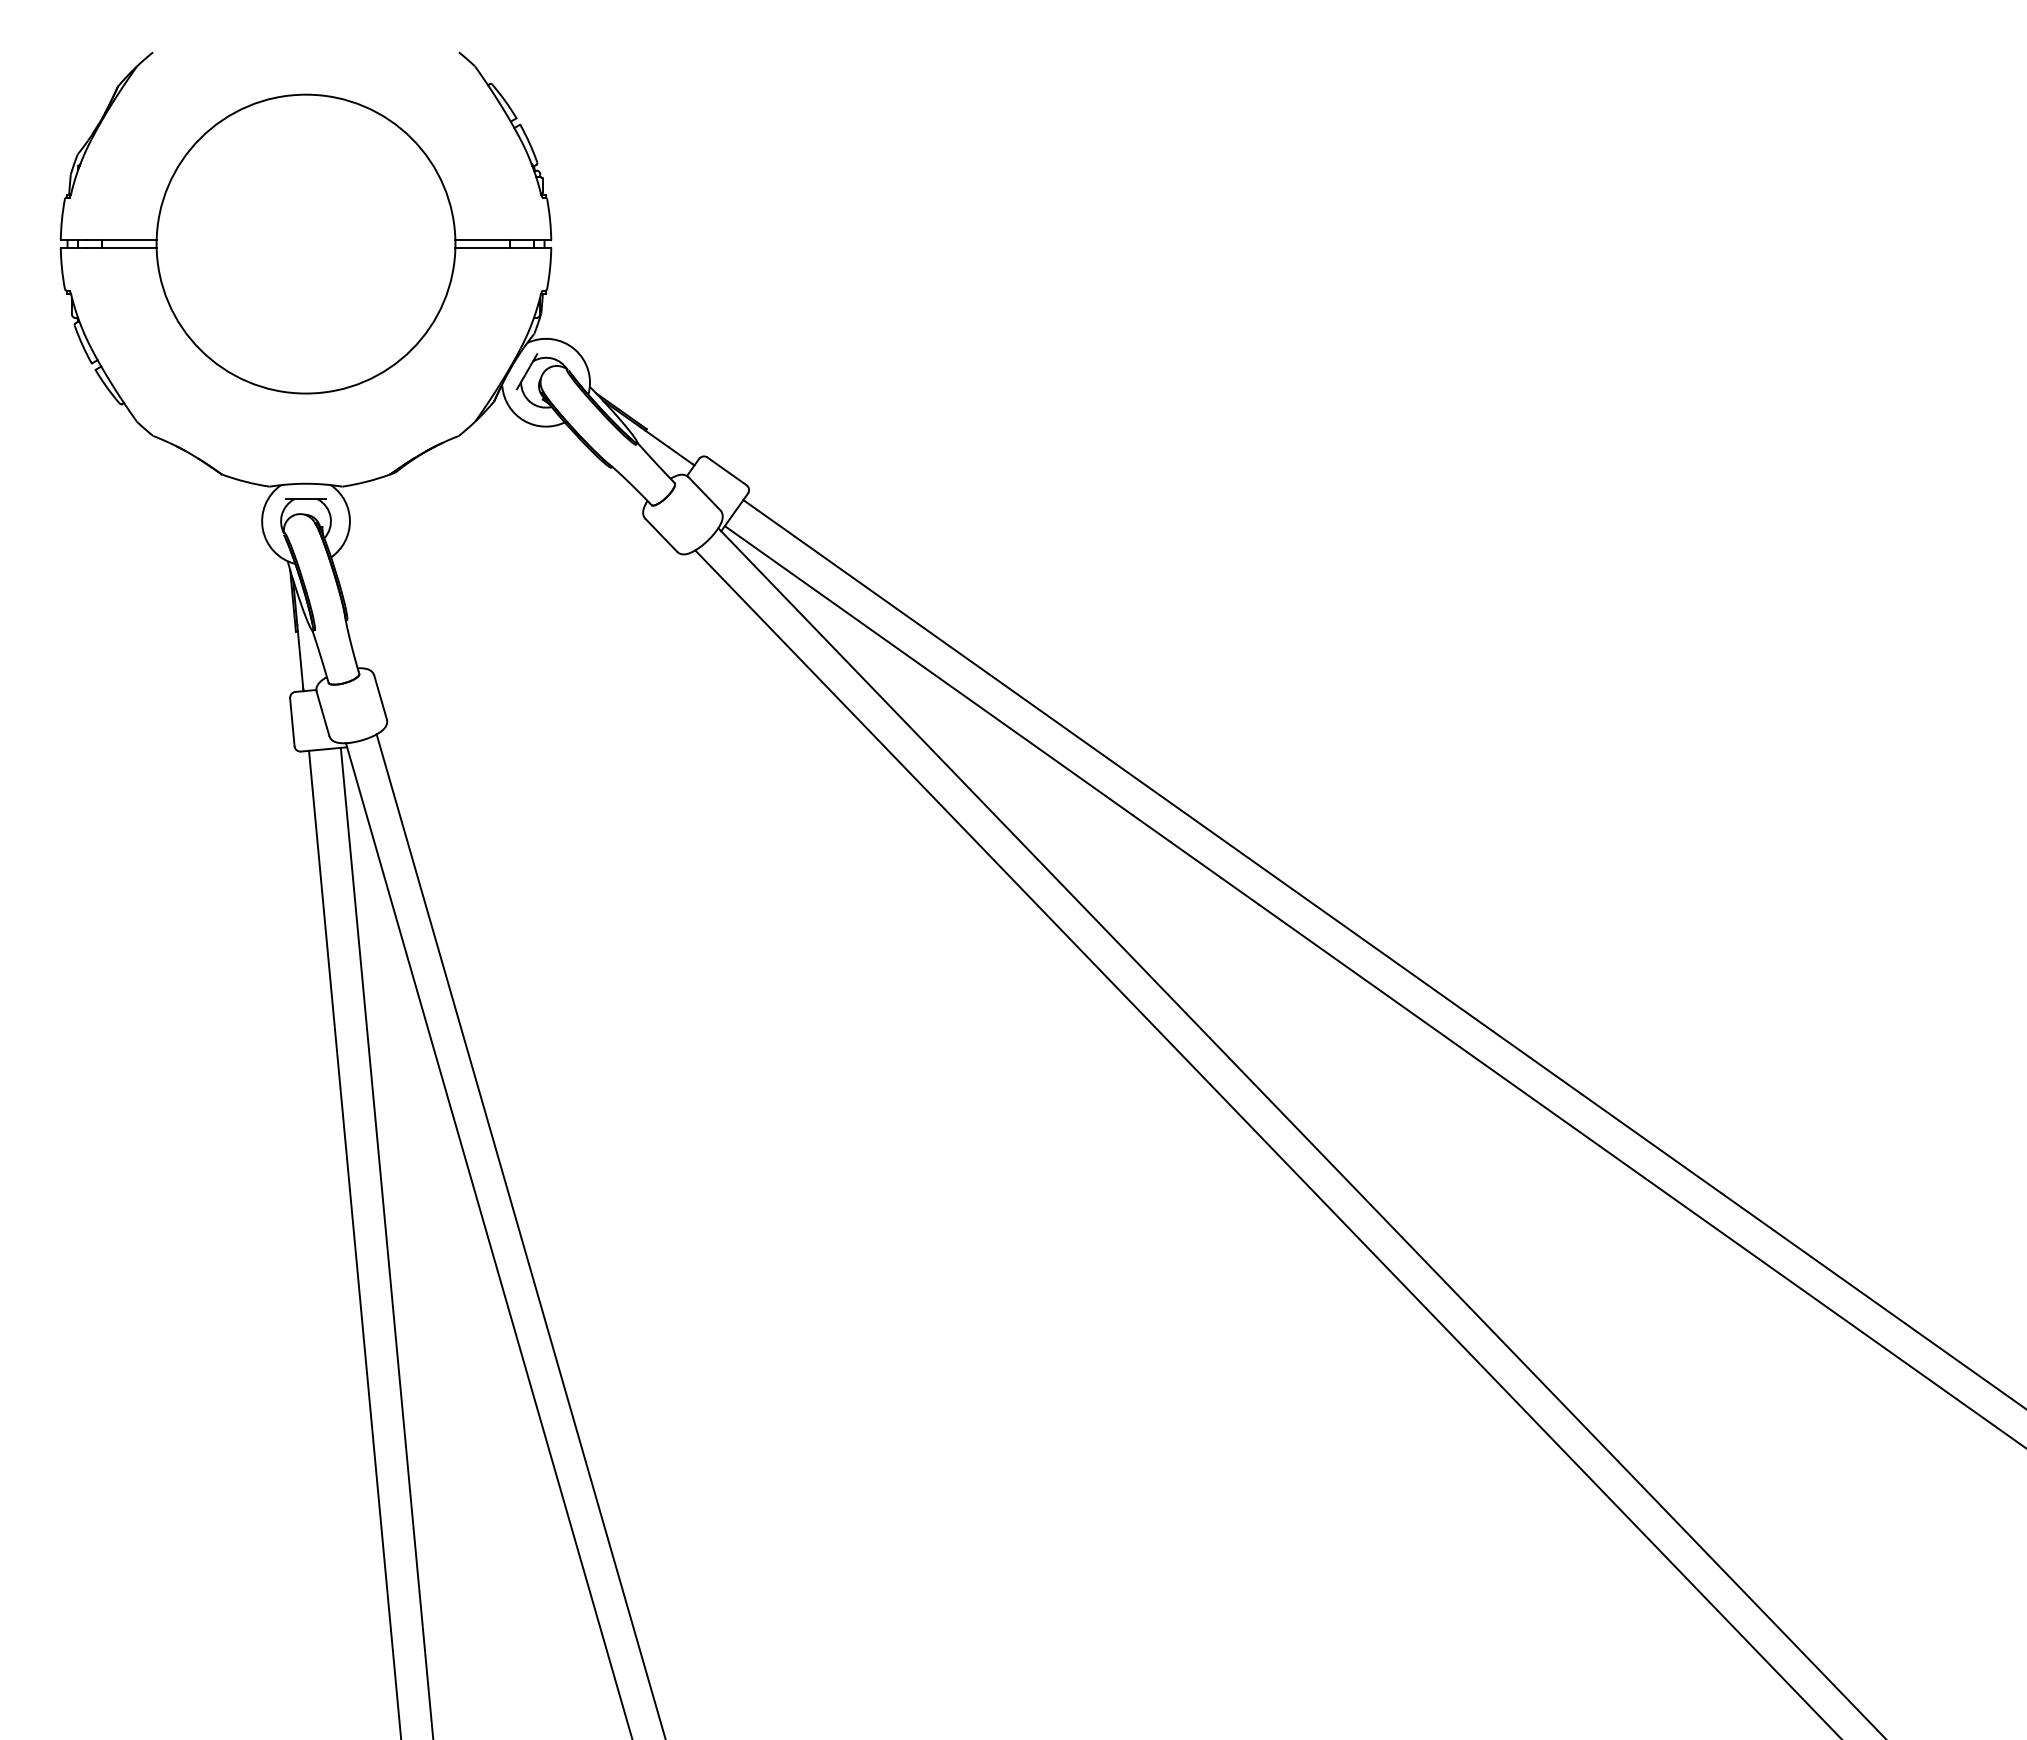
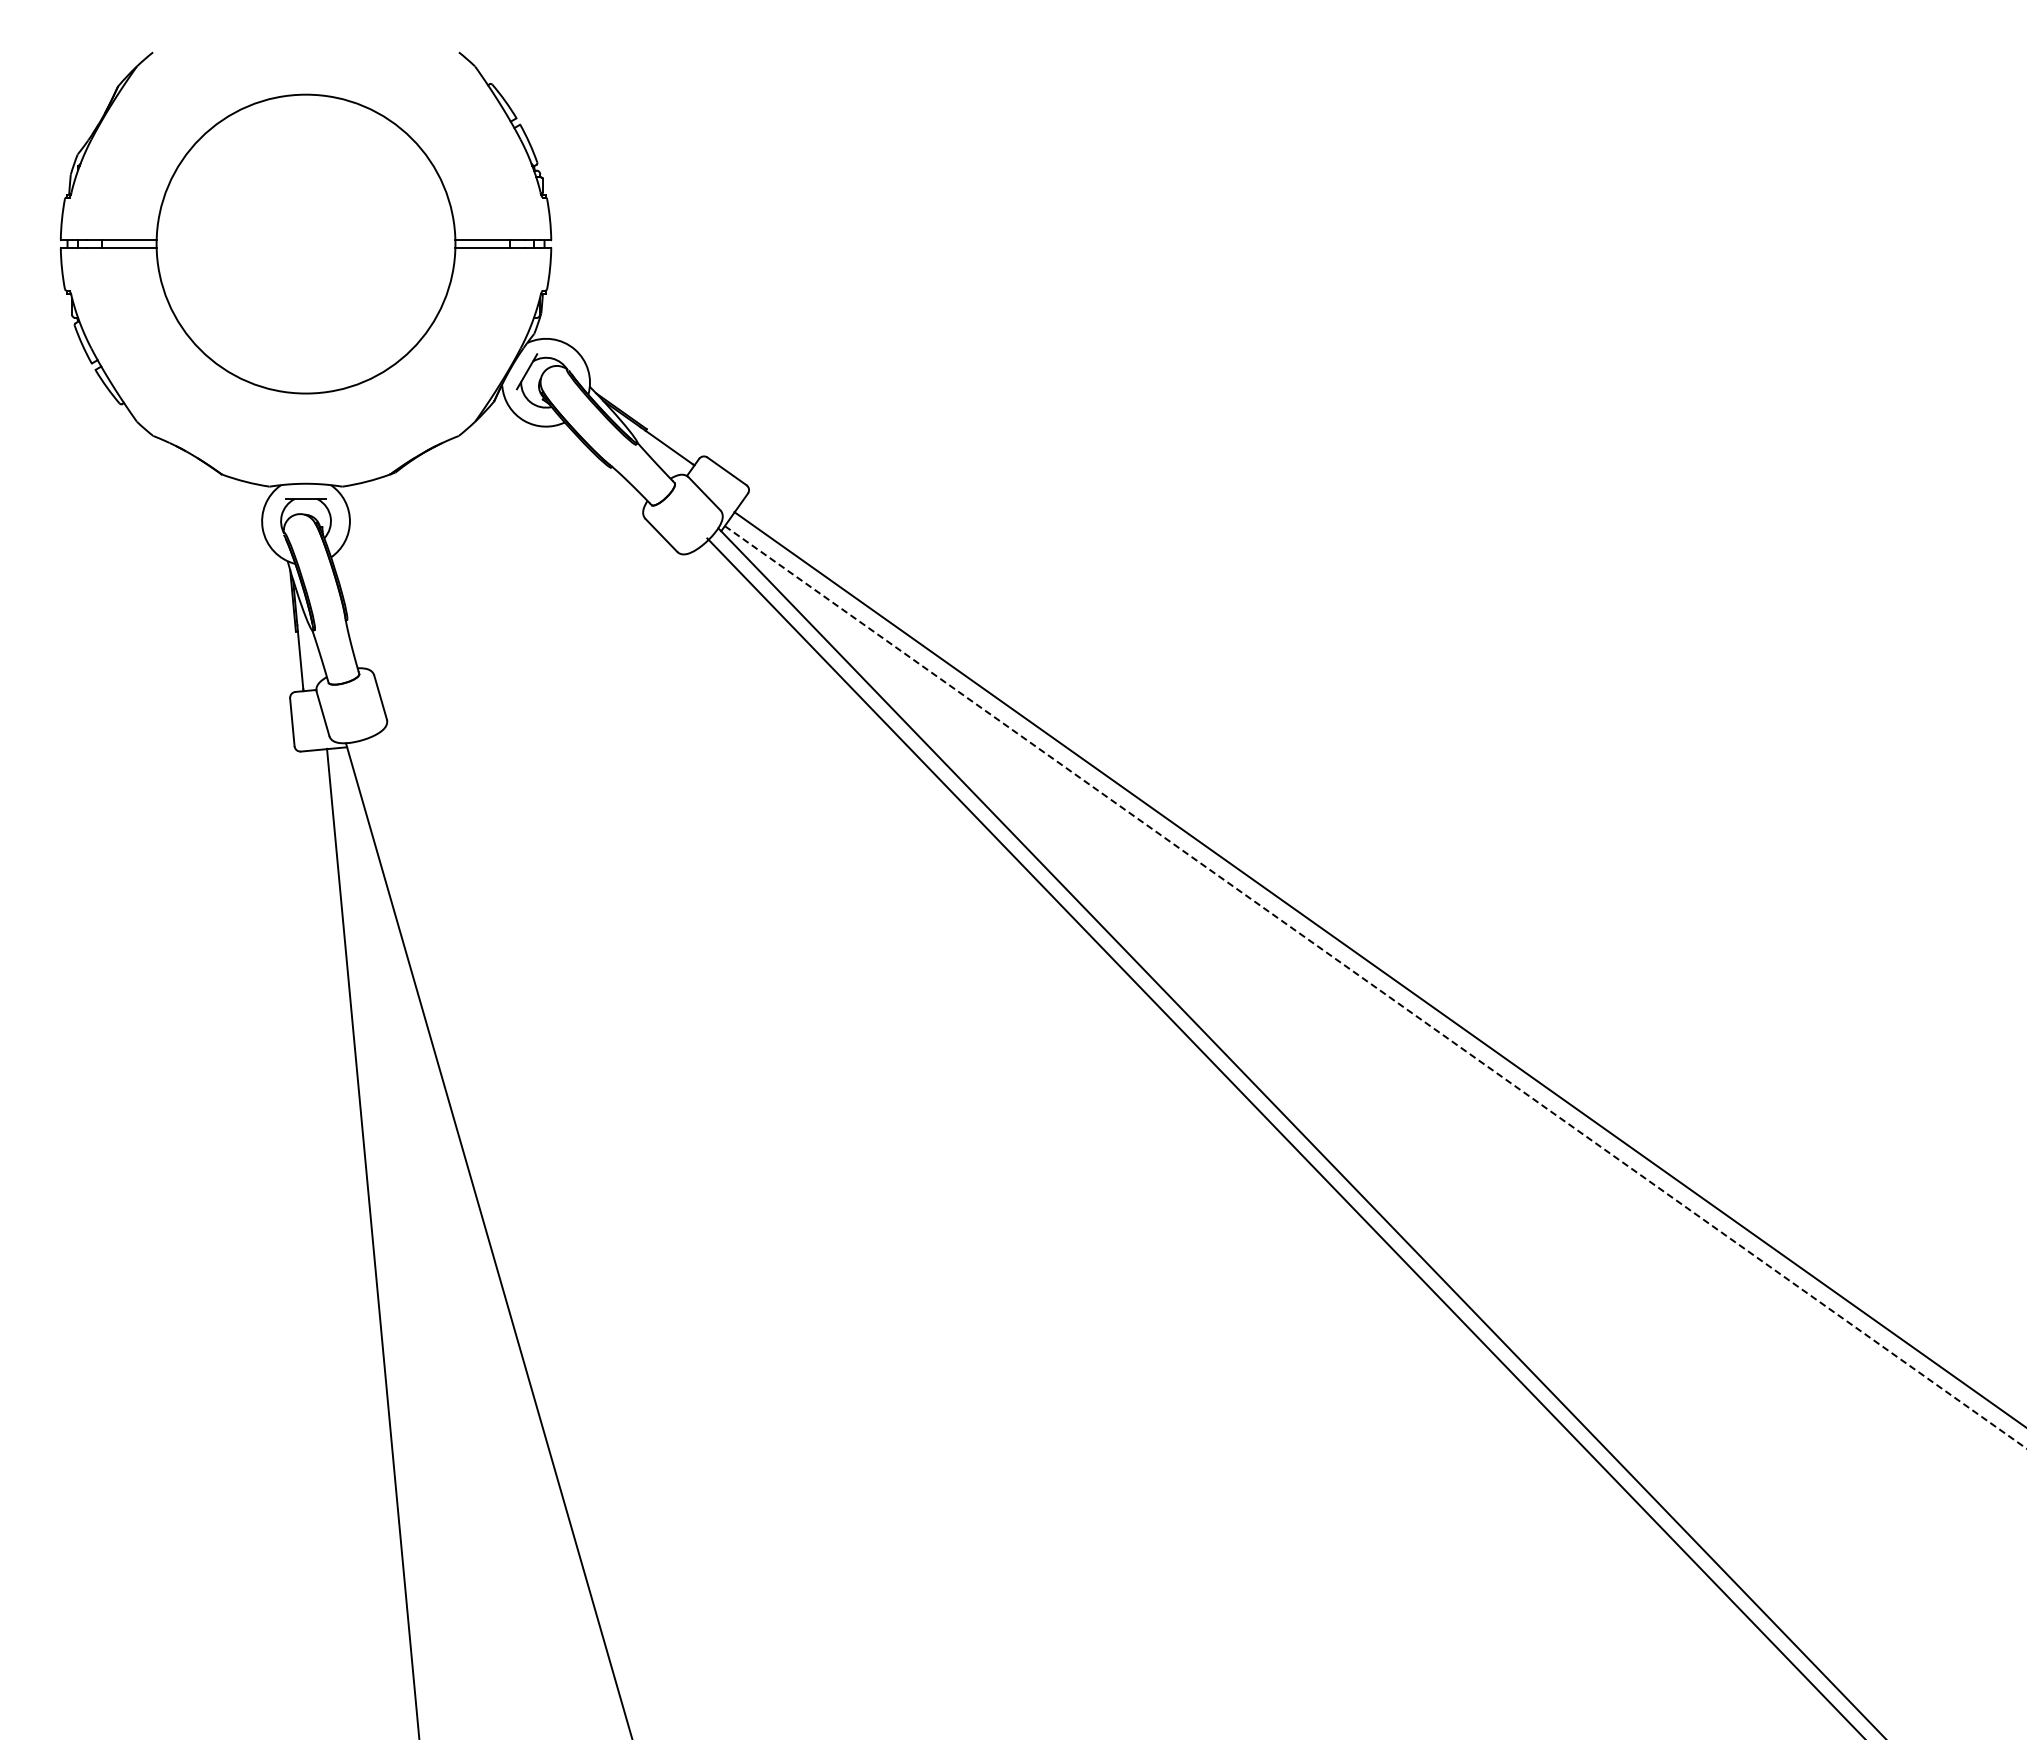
line at (1383, 953) position: (1383, 953) -> (1378, 968)
line at (1375, 987): solid -> dashed
line at (1267, 1143) position: (1267, 1143) -> (1284, 1137)
line at (520, 1235): present -> none
line at (386, 1241): present -> none
line at (354, 1243) position: (354, 1243) -> (373, 1242)
